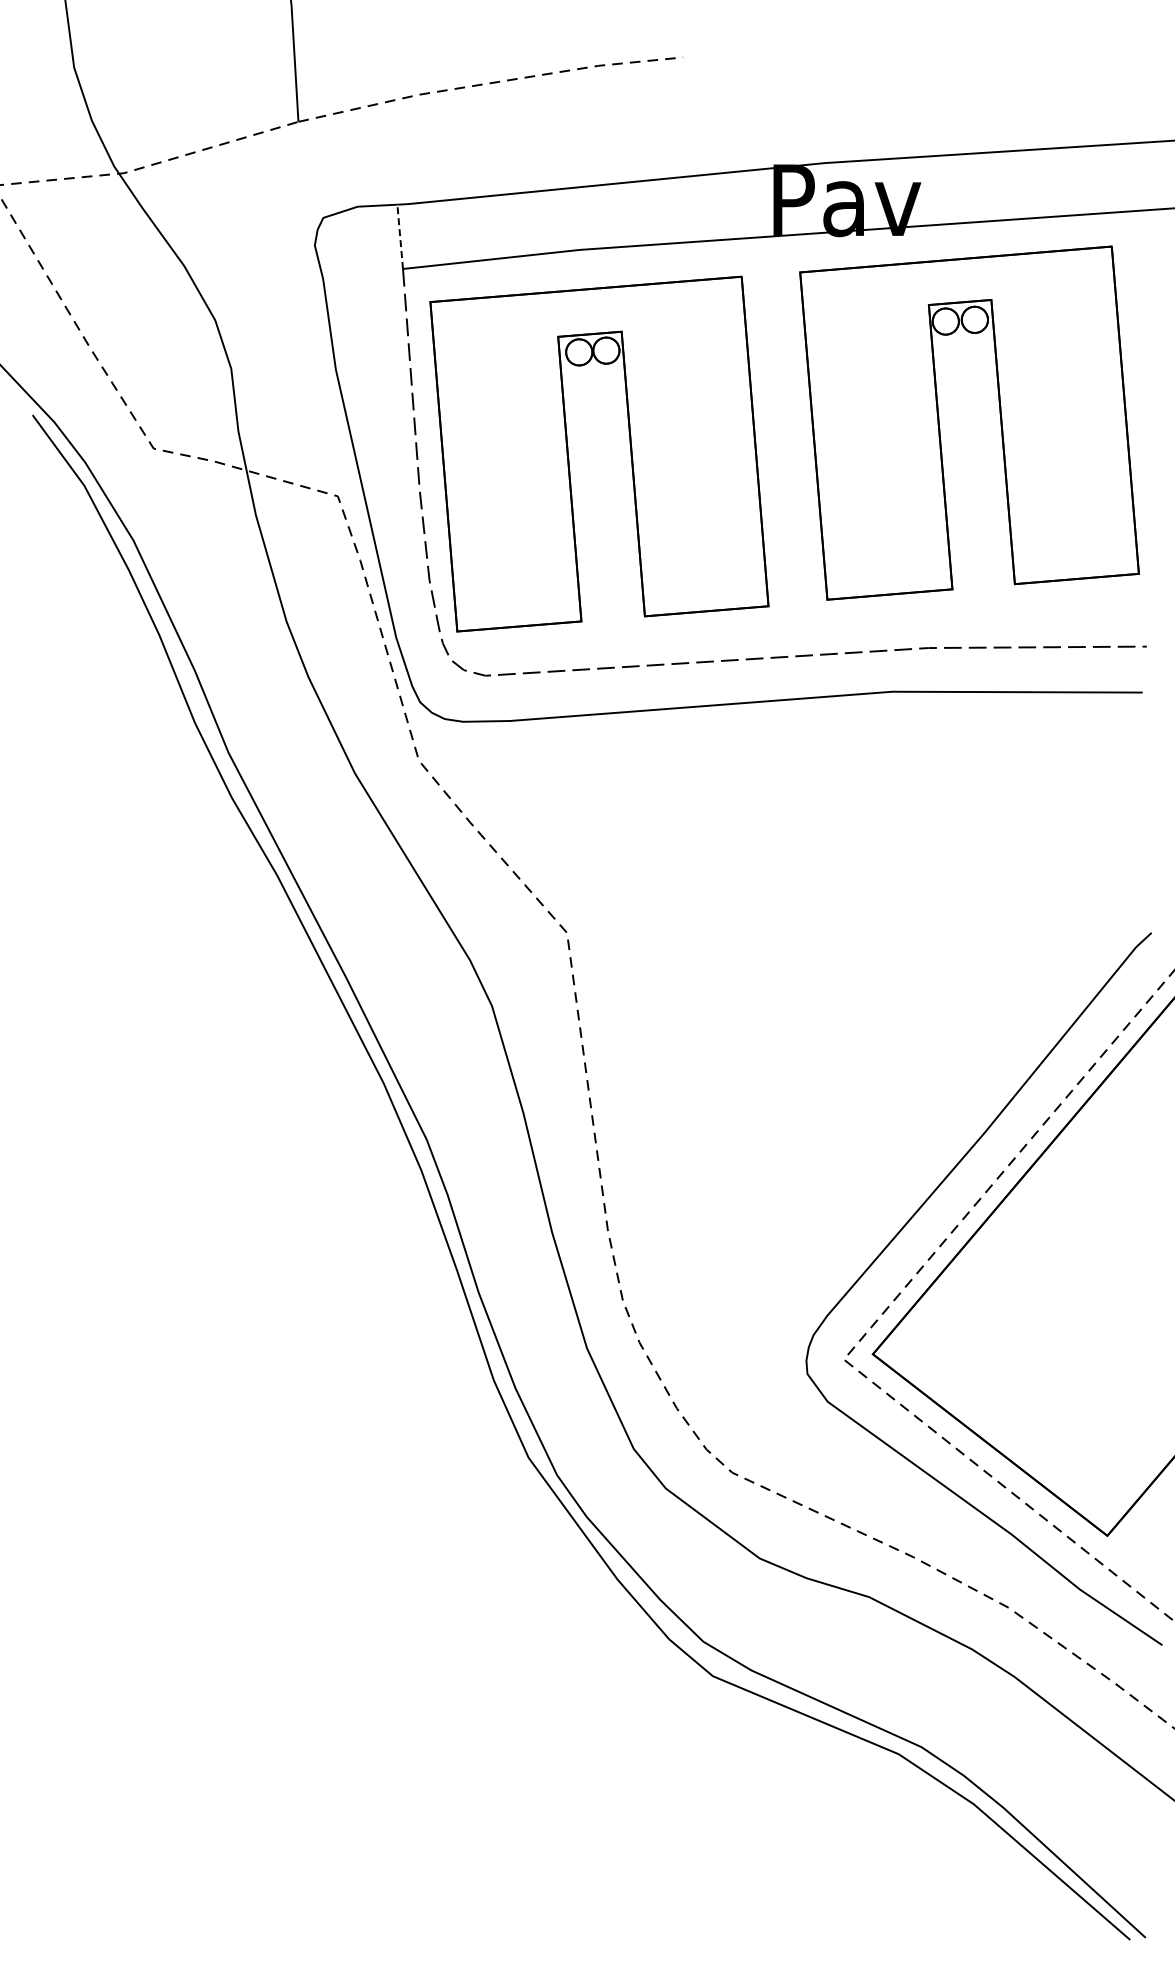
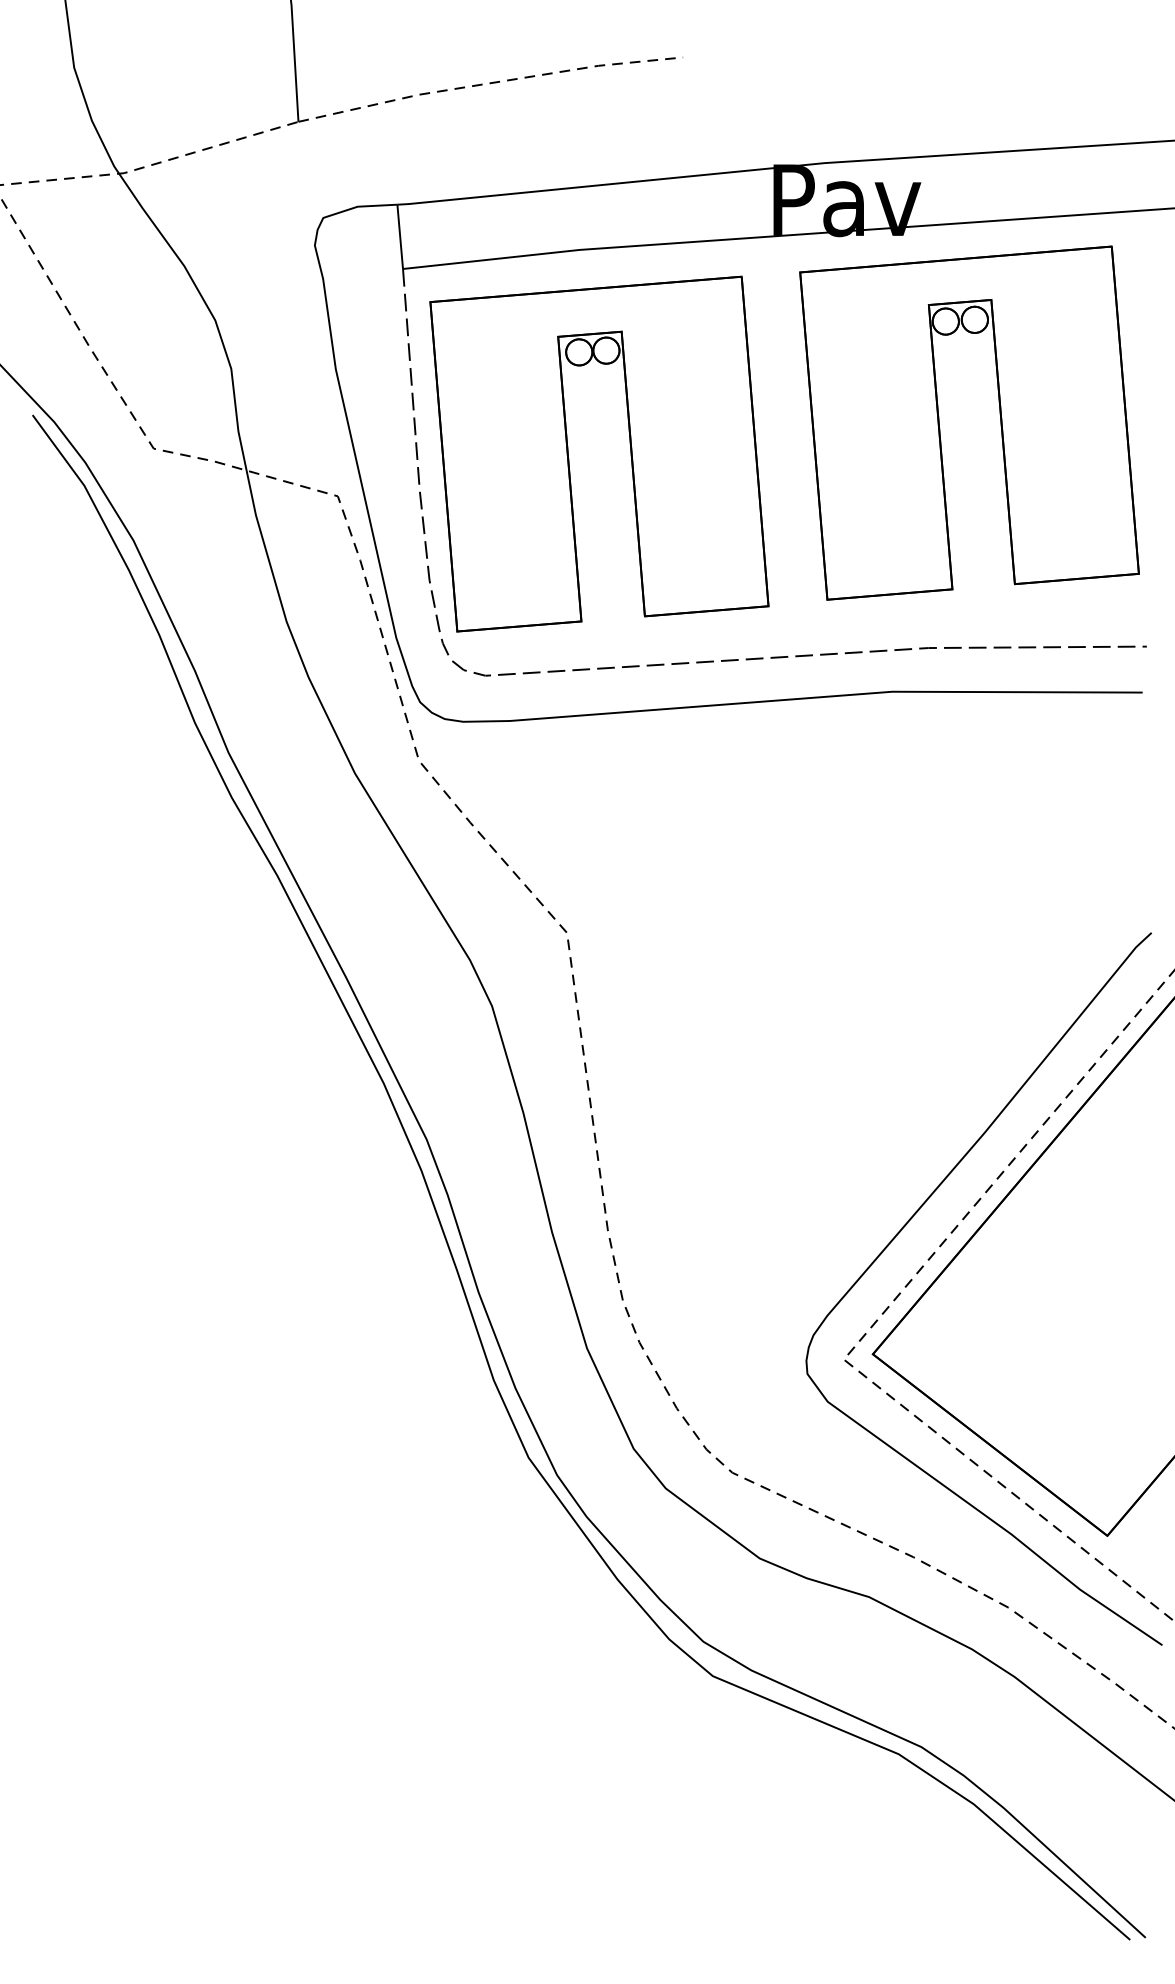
line at (400, 236): dashed -> solid
